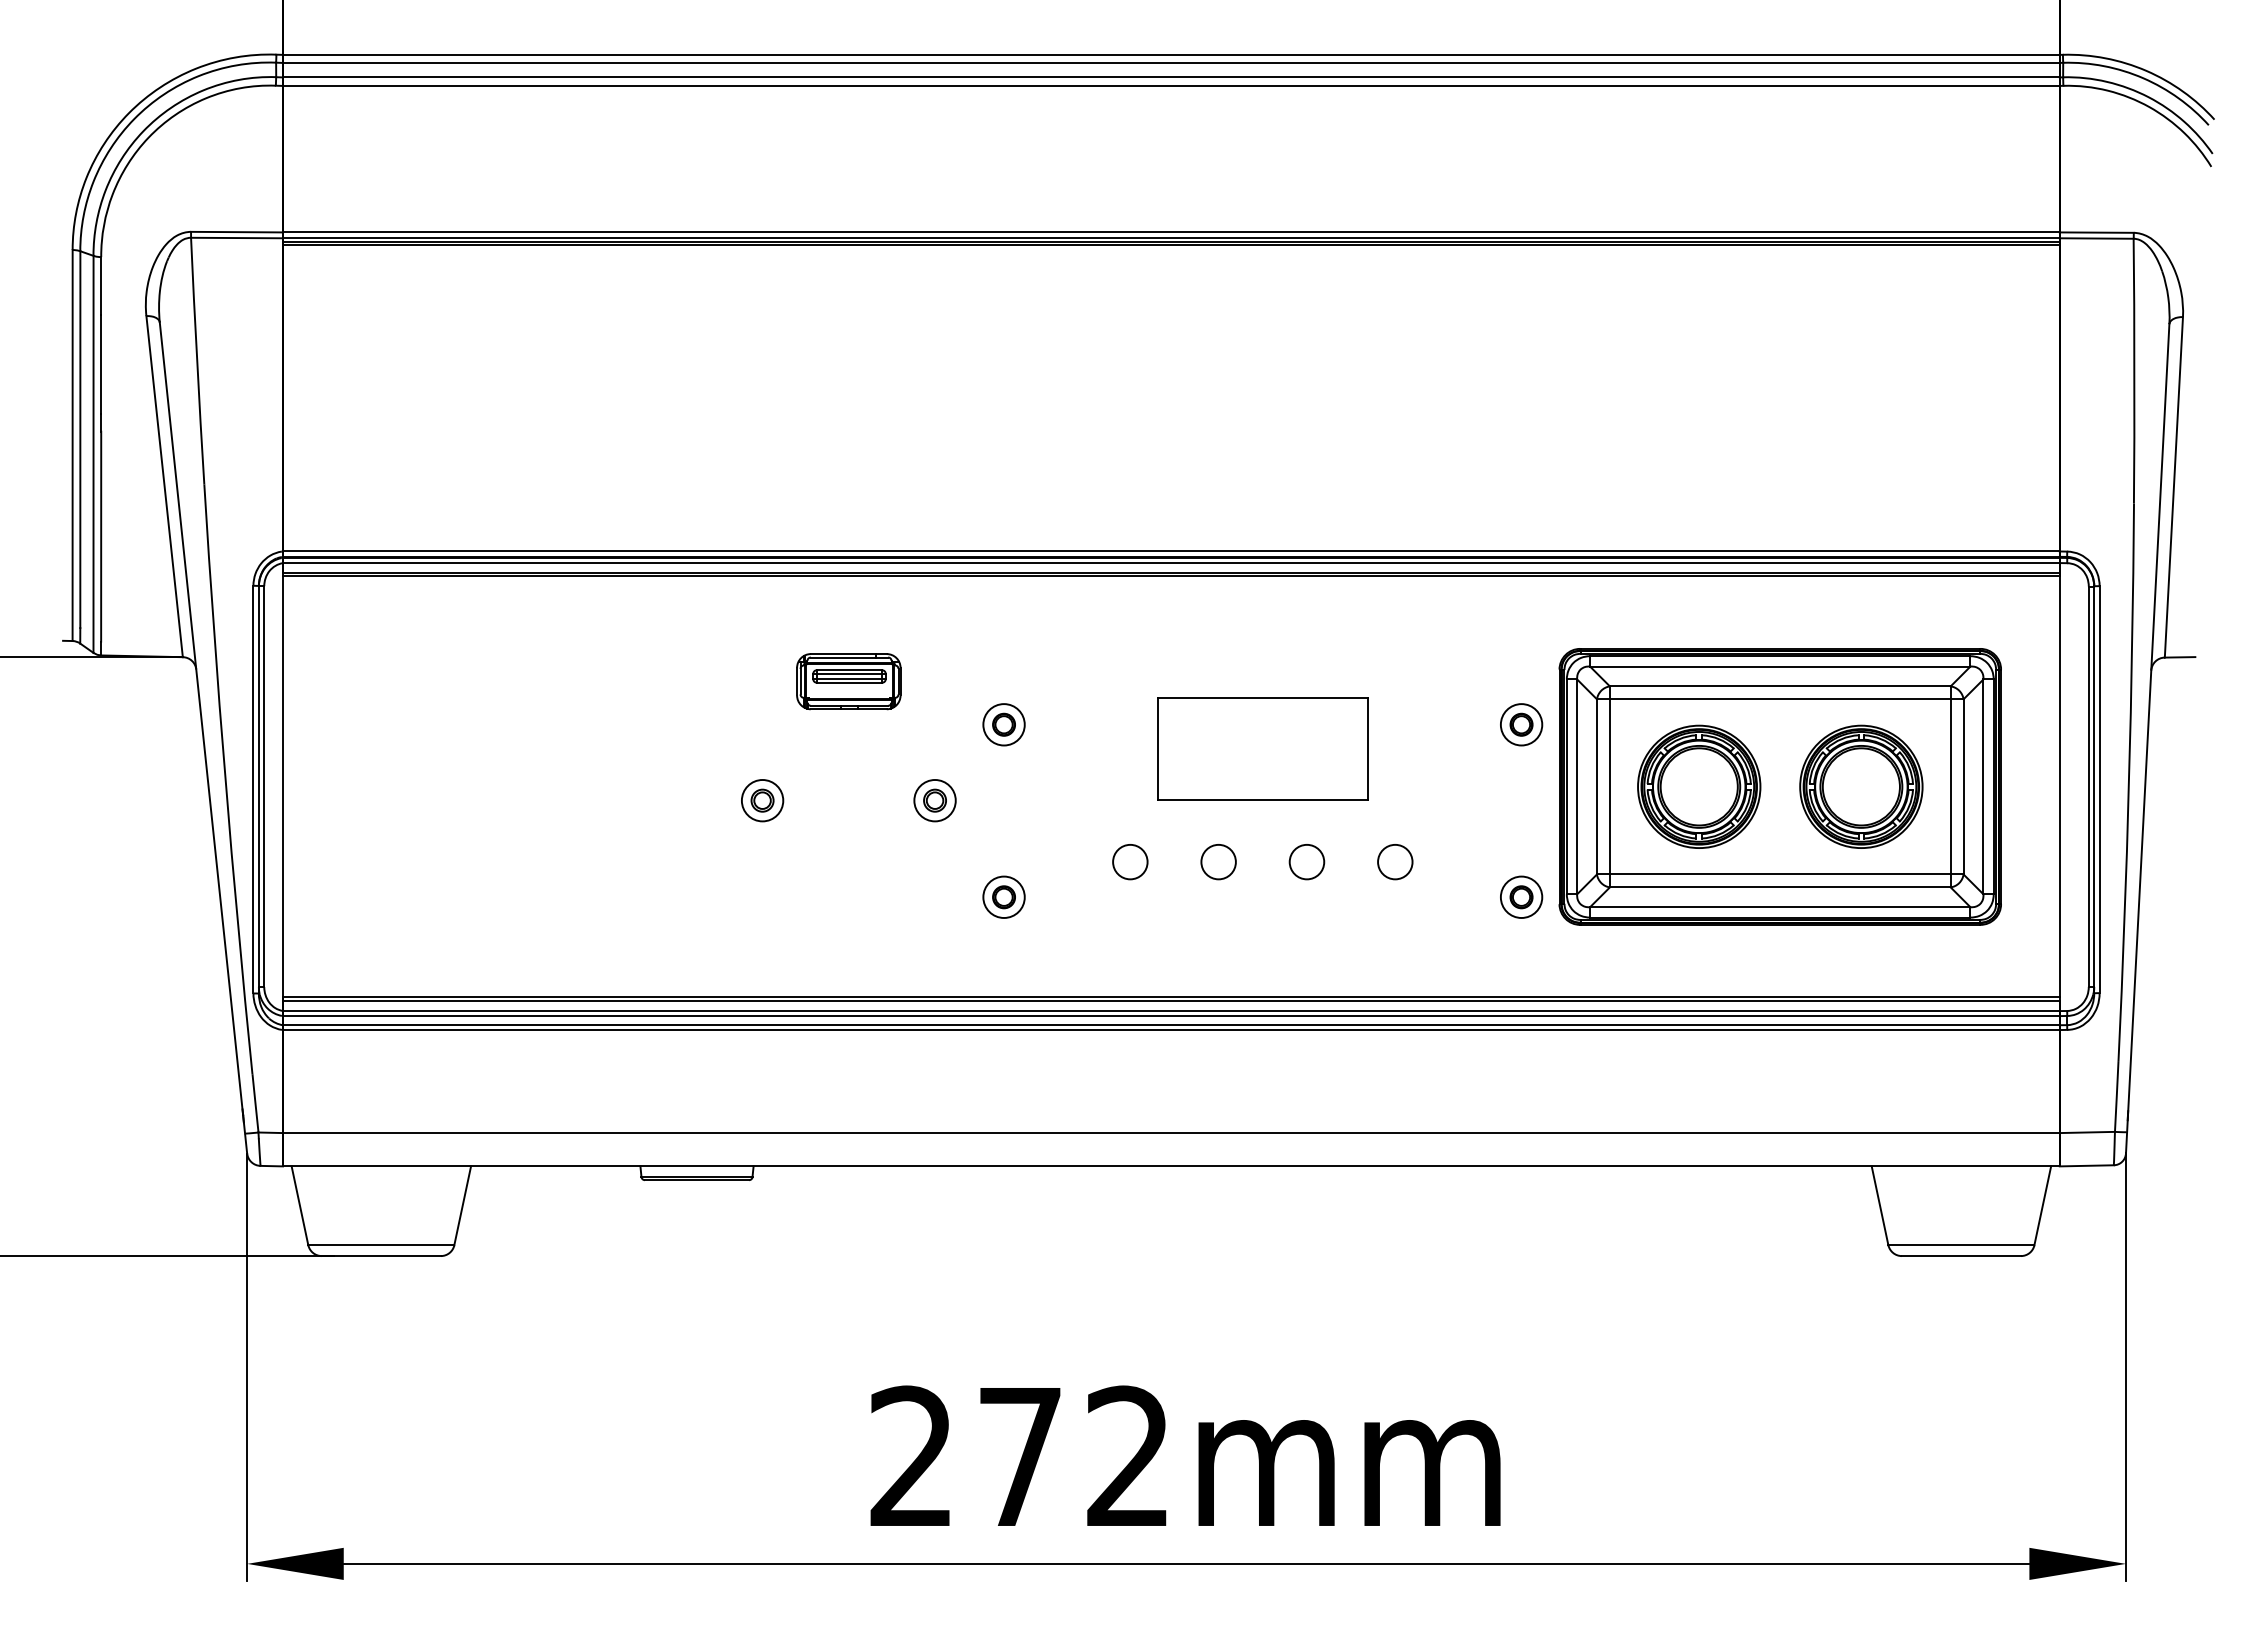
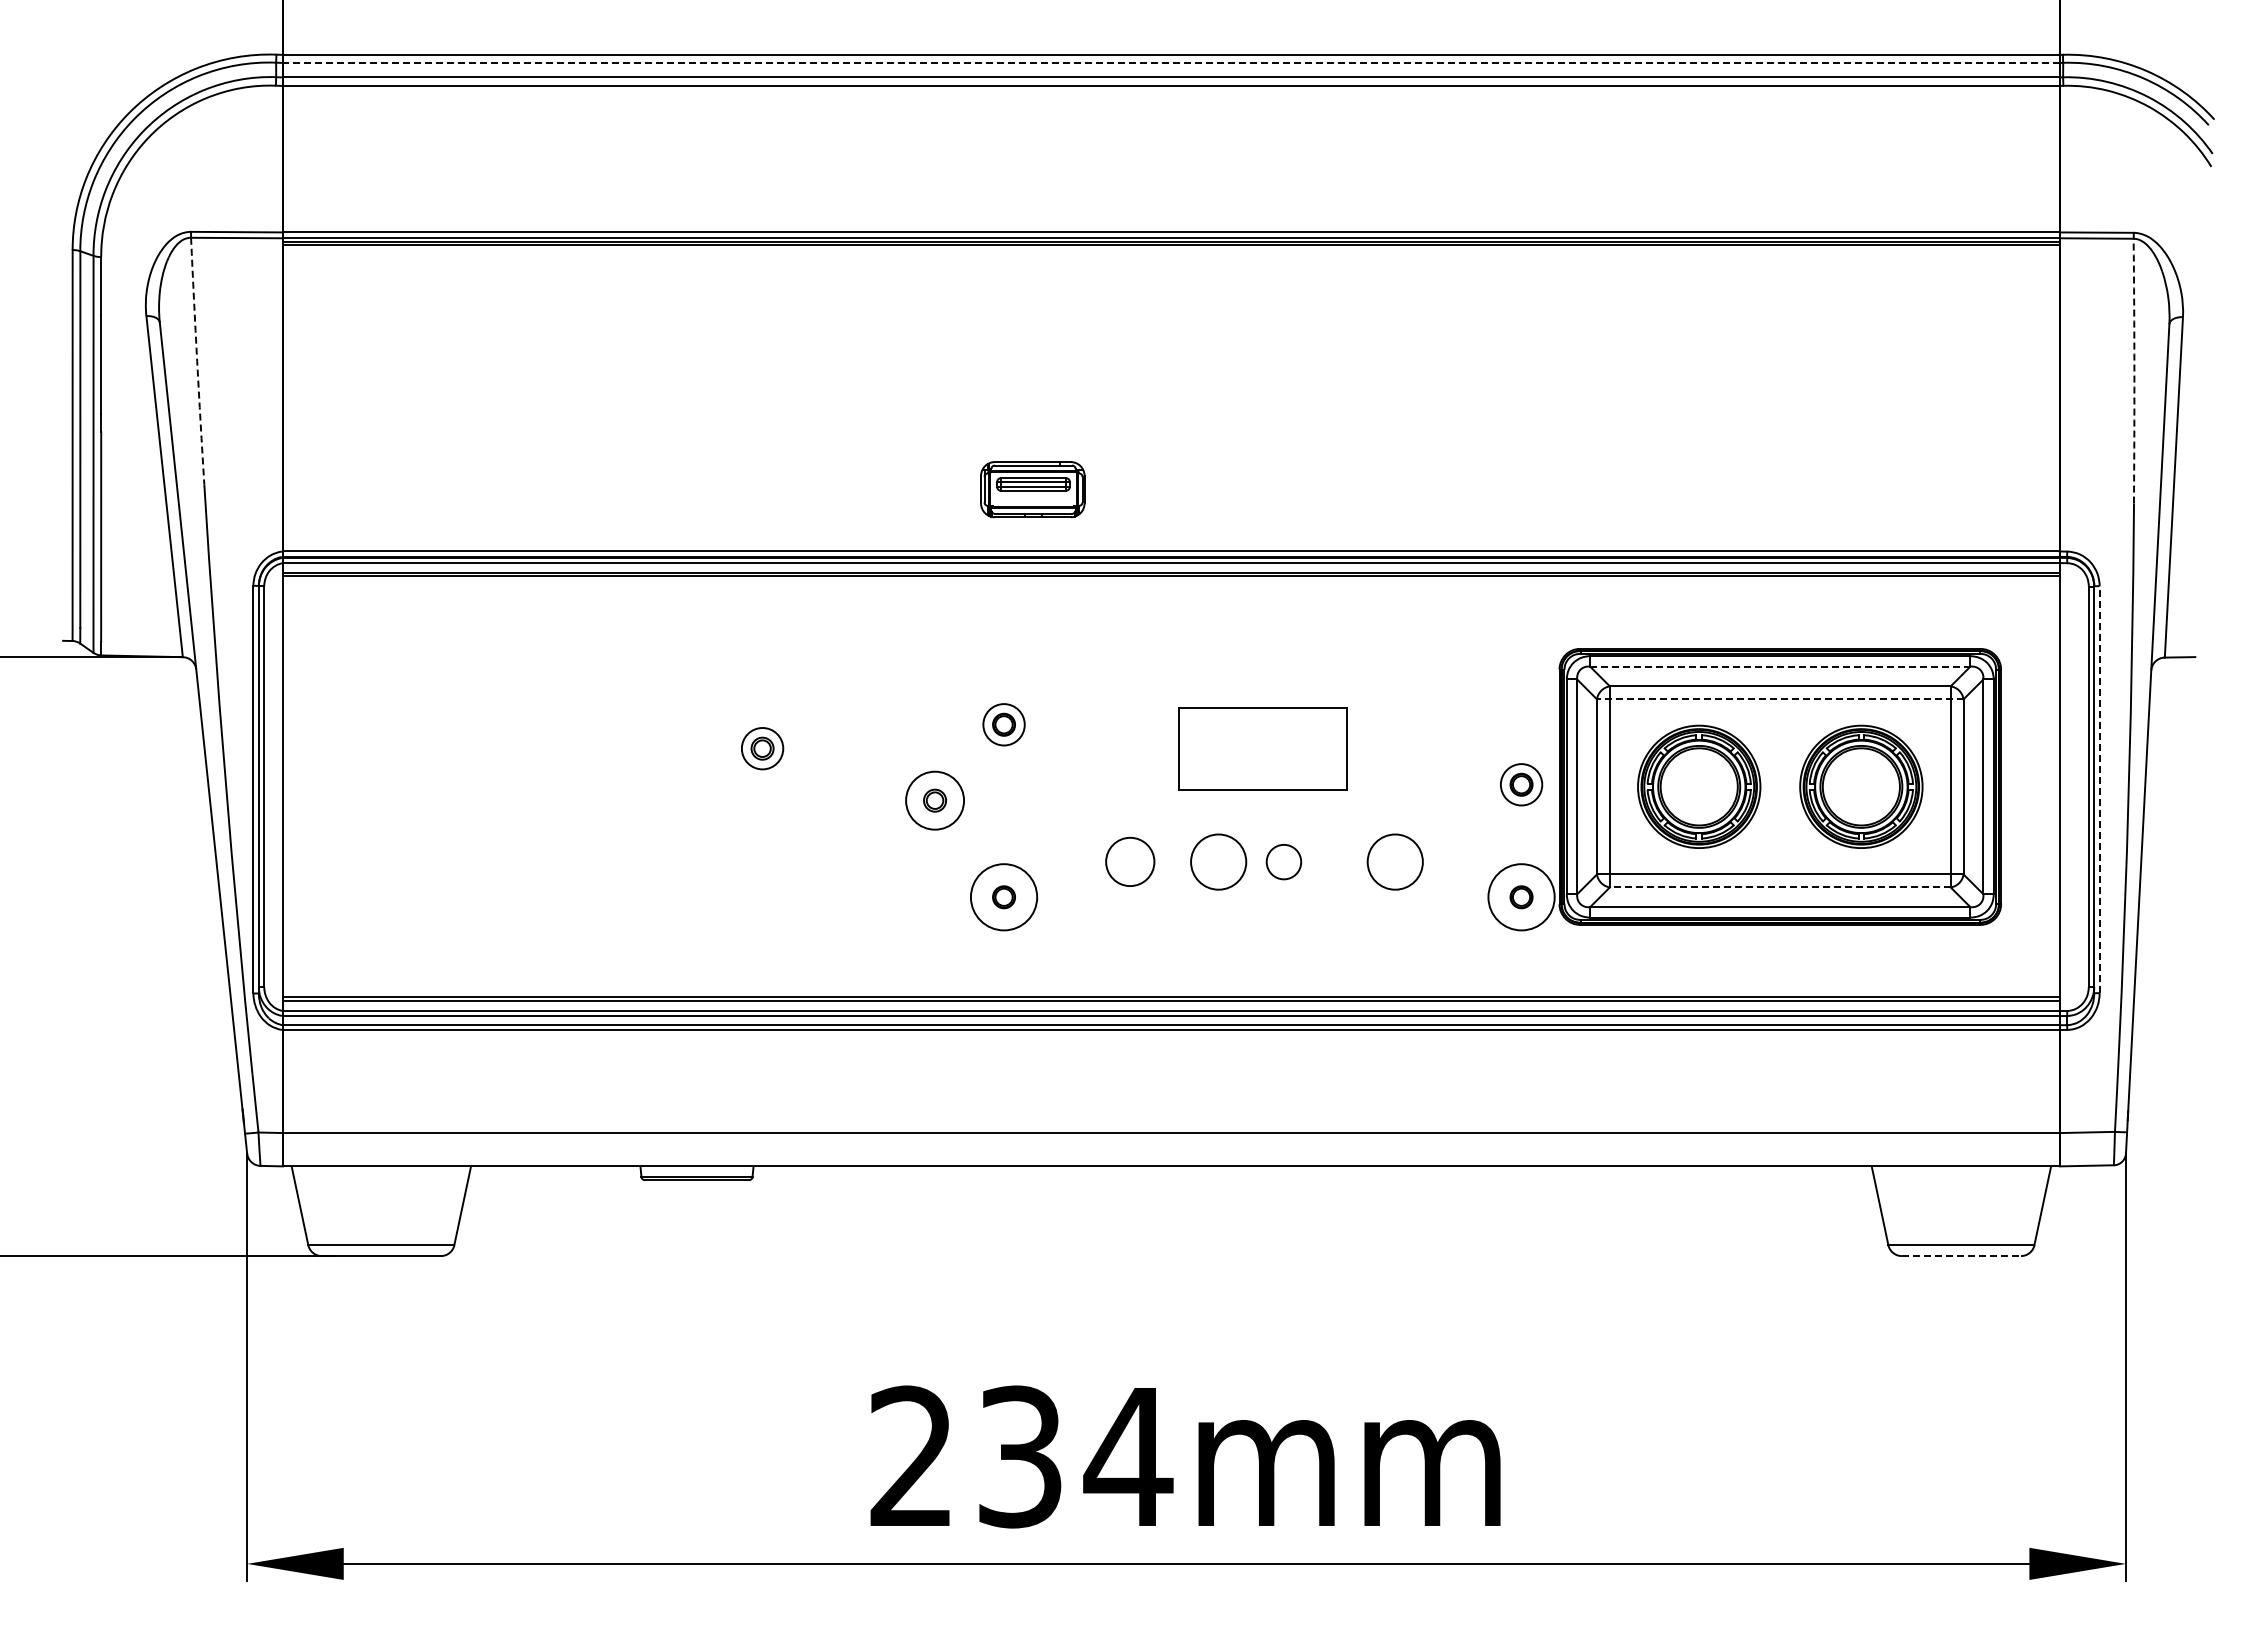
line at (1170, 62): solid -> dashed
arc at (197, 361): solid -> dashed
arc at (2134, 371): solid -> dashed
line at (1780, 666): solid -> dashed
part at (848, 681) position: (848, 681) -> (1032, 489)
line at (1779, 699): solid -> dashed
part at (1521, 724) position: (1521, 724) -> (1521, 784)
part at (1262, 748) size: 212x104 px -> 170x84 px
line at (2099, 789): solid -> dashed
part at (762, 800) position: (762, 800) -> (762, 748)
circle at (934, 800) diameter: 41 px -> 58 px
circle at (1218, 861) diameter: 34 px -> 55 px
circle at (1395, 861) diameter: 34 px -> 55 px
circle at (1130, 862) size: 37x37 px -> 51x51 px
circle at (1306, 862) position: (1306, 862) -> (1283, 862)
line at (1779, 887): solid -> dashed
circle at (1003, 896) diameter: 41 px -> 66 px
circle at (1521, 896) diameter: 41 px -> 66 px
line at (1961, 1256): solid -> dashed
text at (1076, 1456): 272mm -> 234mm
